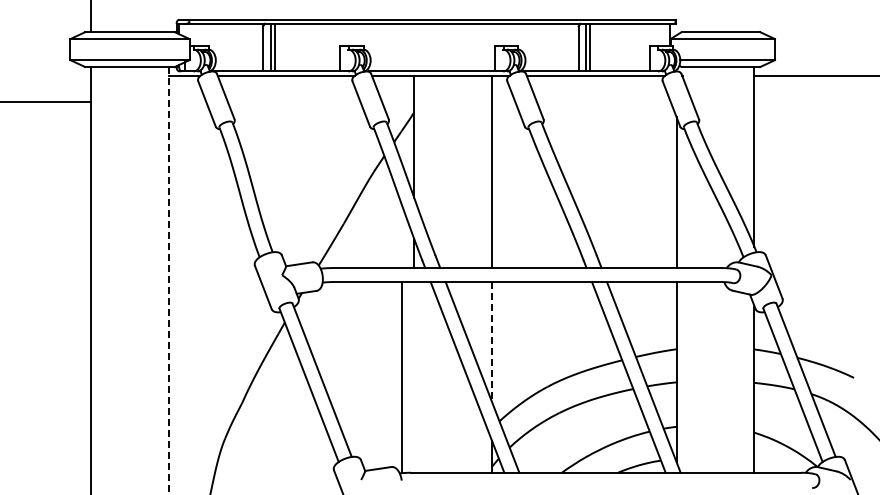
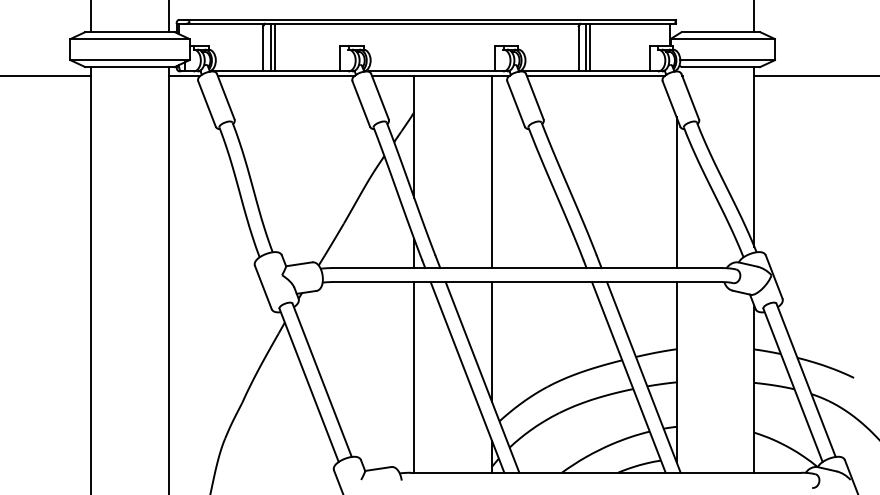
line at (168, 17): none -> present
line at (754, 17): none -> present
line at (46, 101) position: (46, 101) -> (46, 75)
line at (168, 280): dashed -> solid
line at (492, 342): dashed -> solid
line at (402, 377) position: (402, 377) -> (414, 377)
